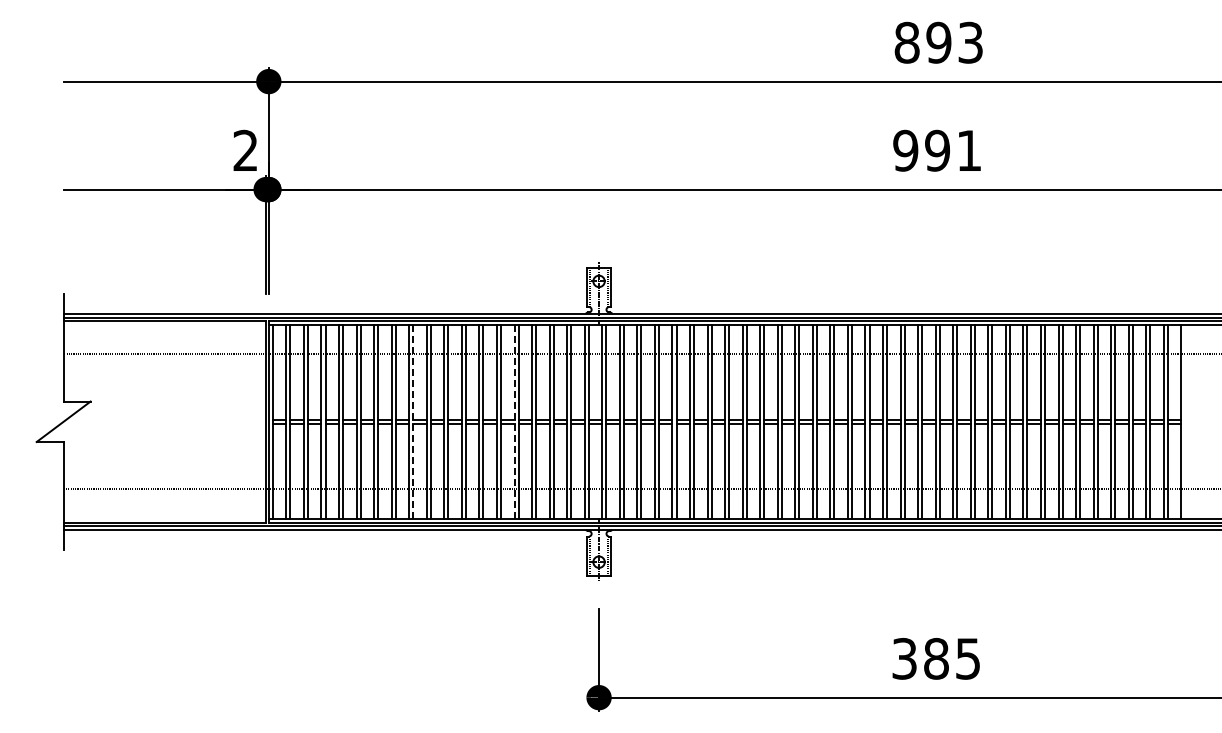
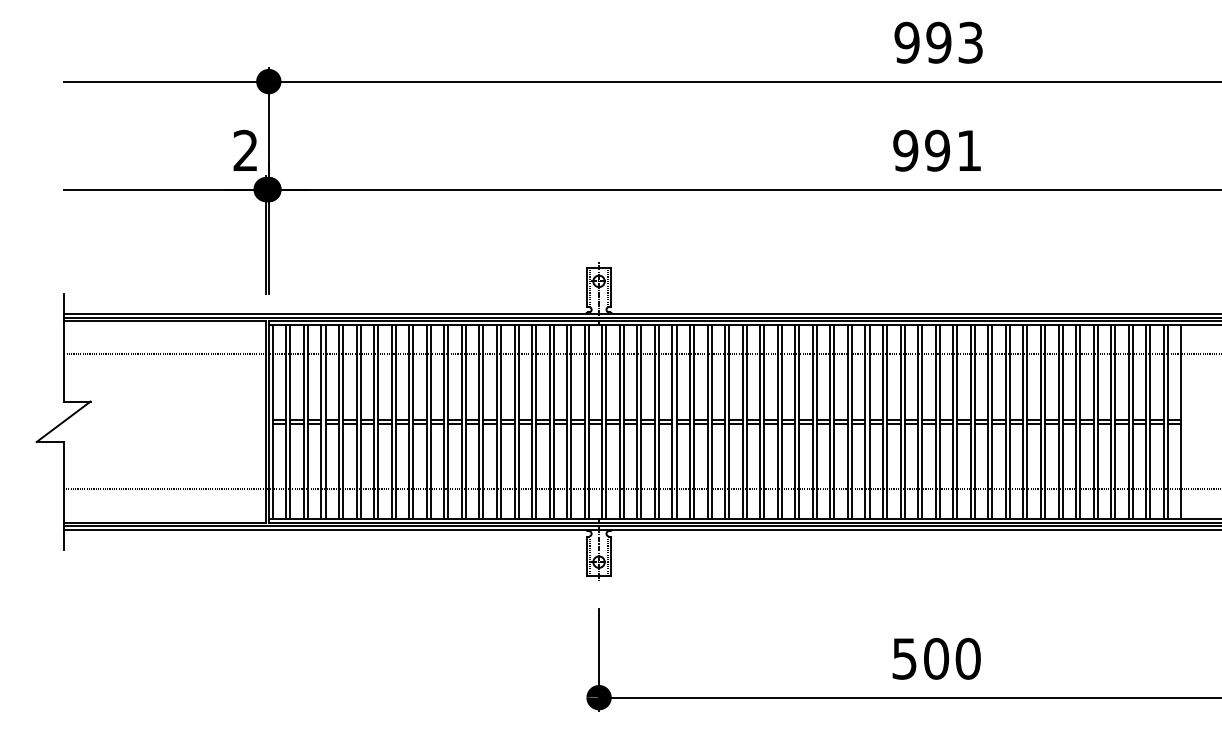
text at (906, 42): 893 -> 993
line at (413, 422): dashed -> solid
line at (514, 422): dashed -> solid
text at (936, 658): 385 -> 500
